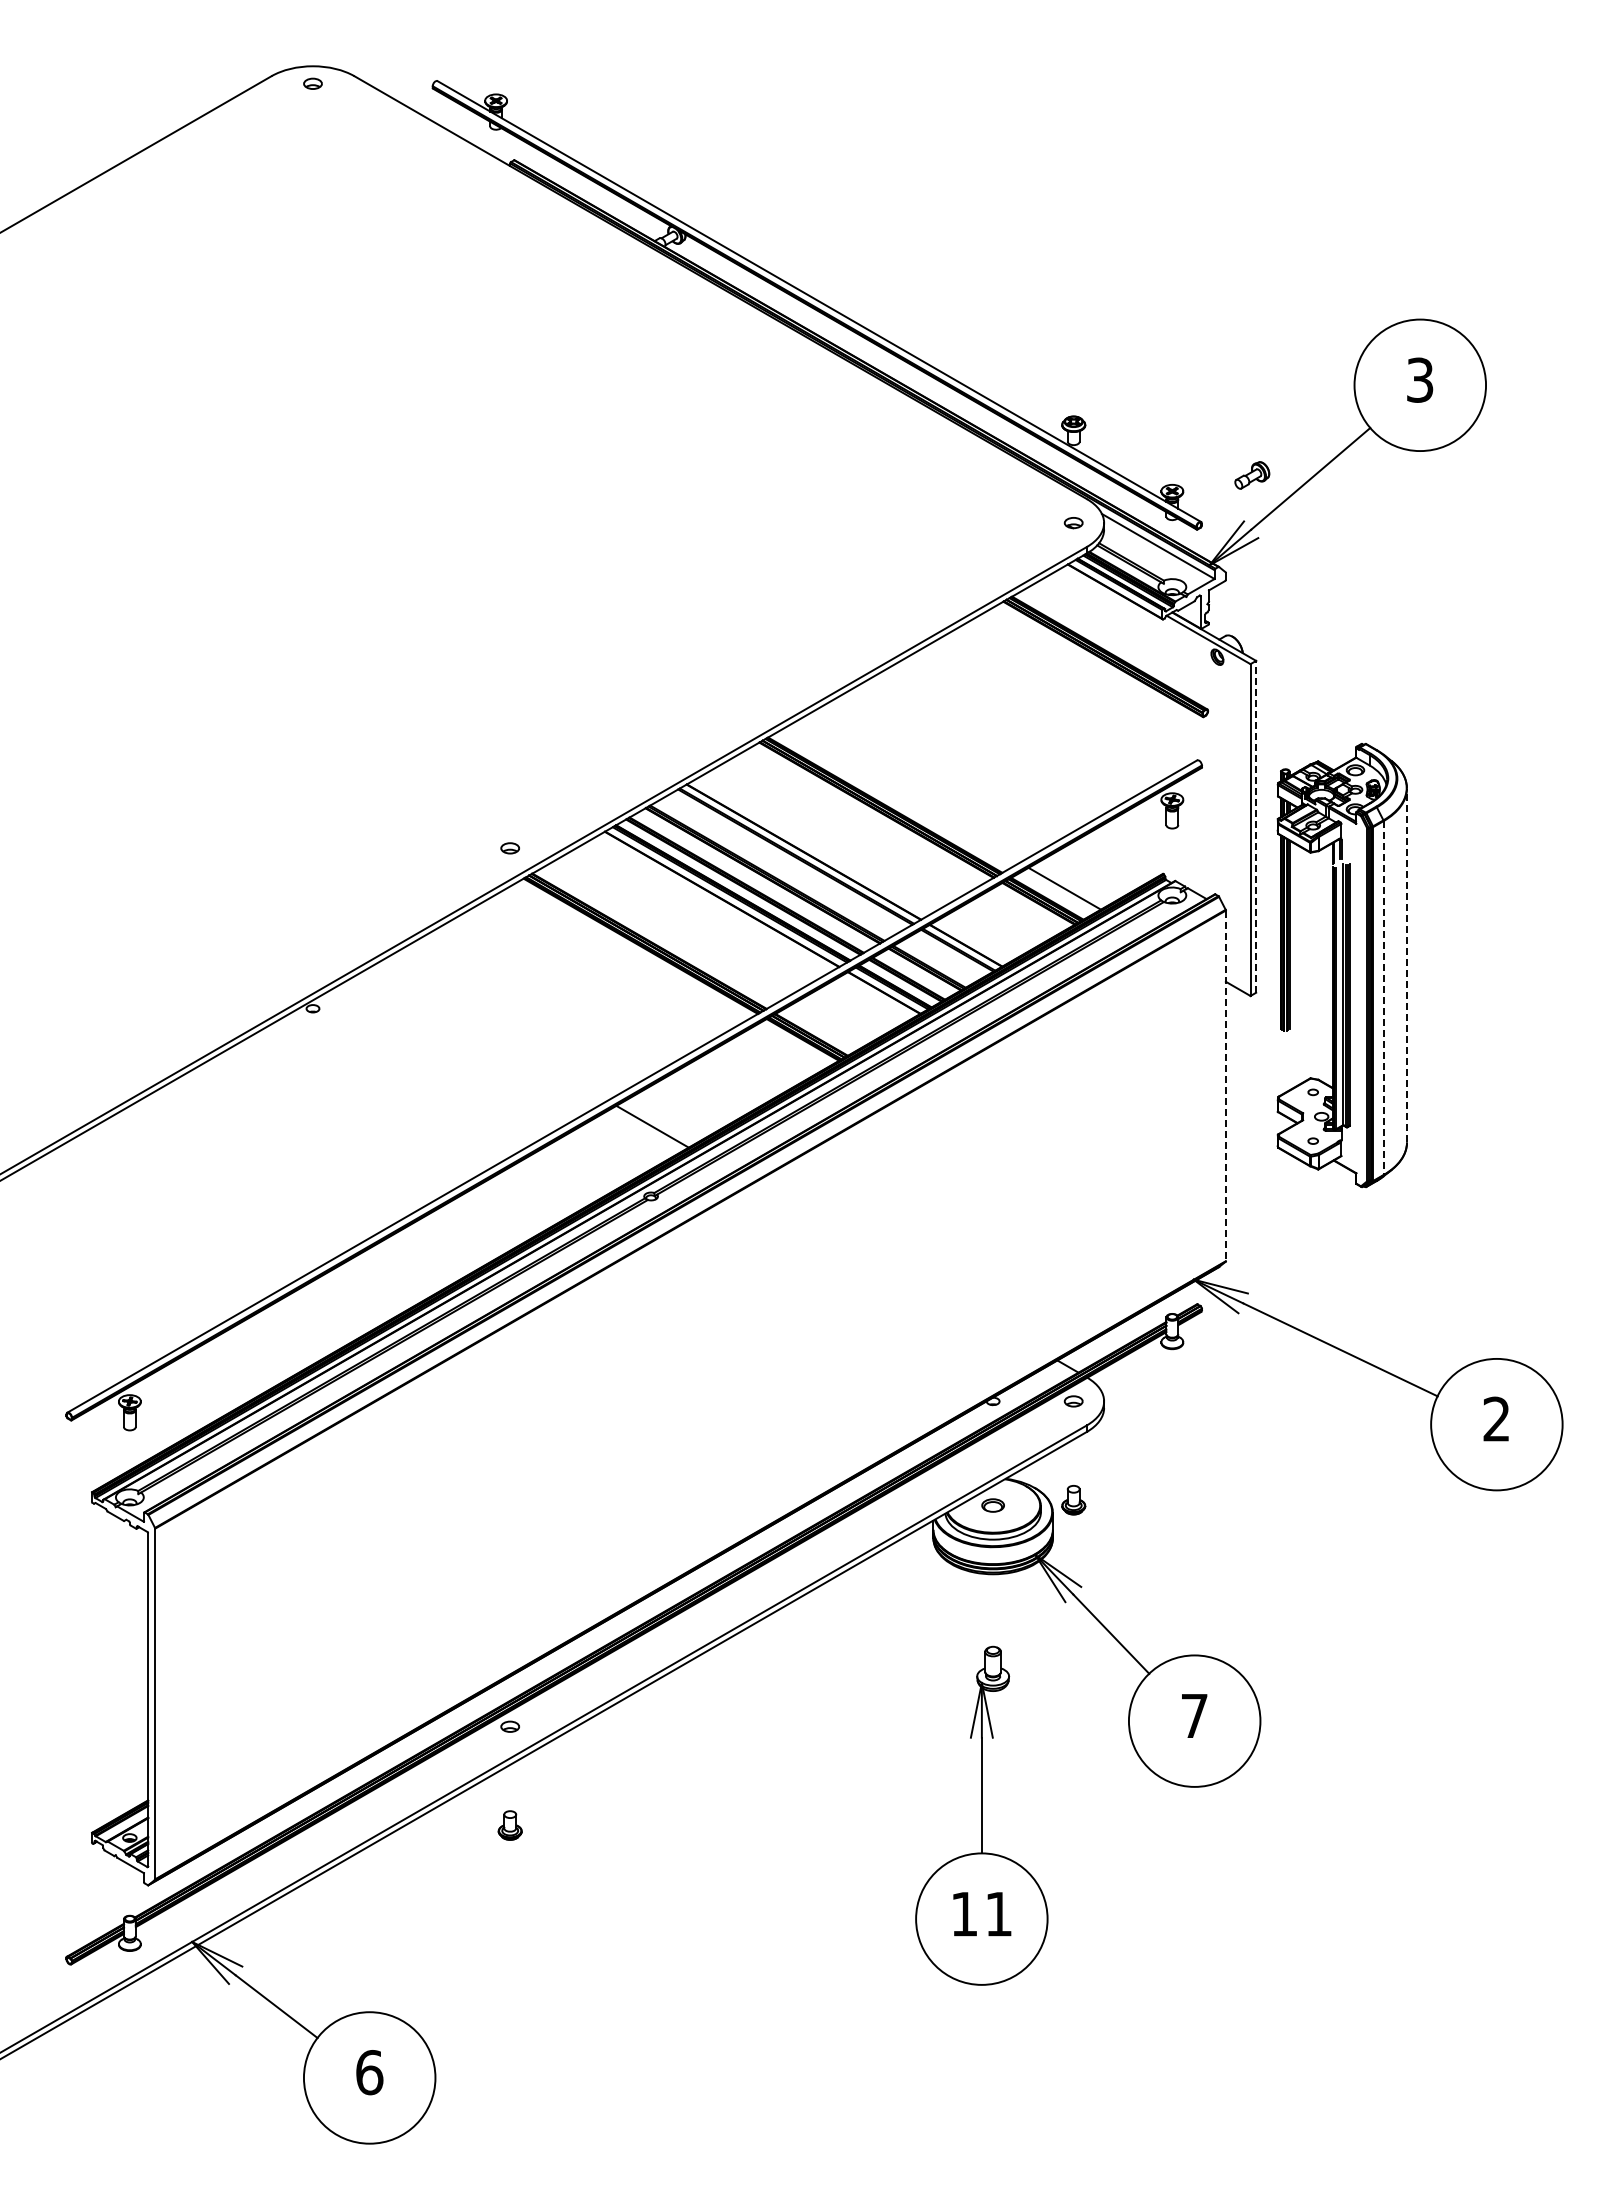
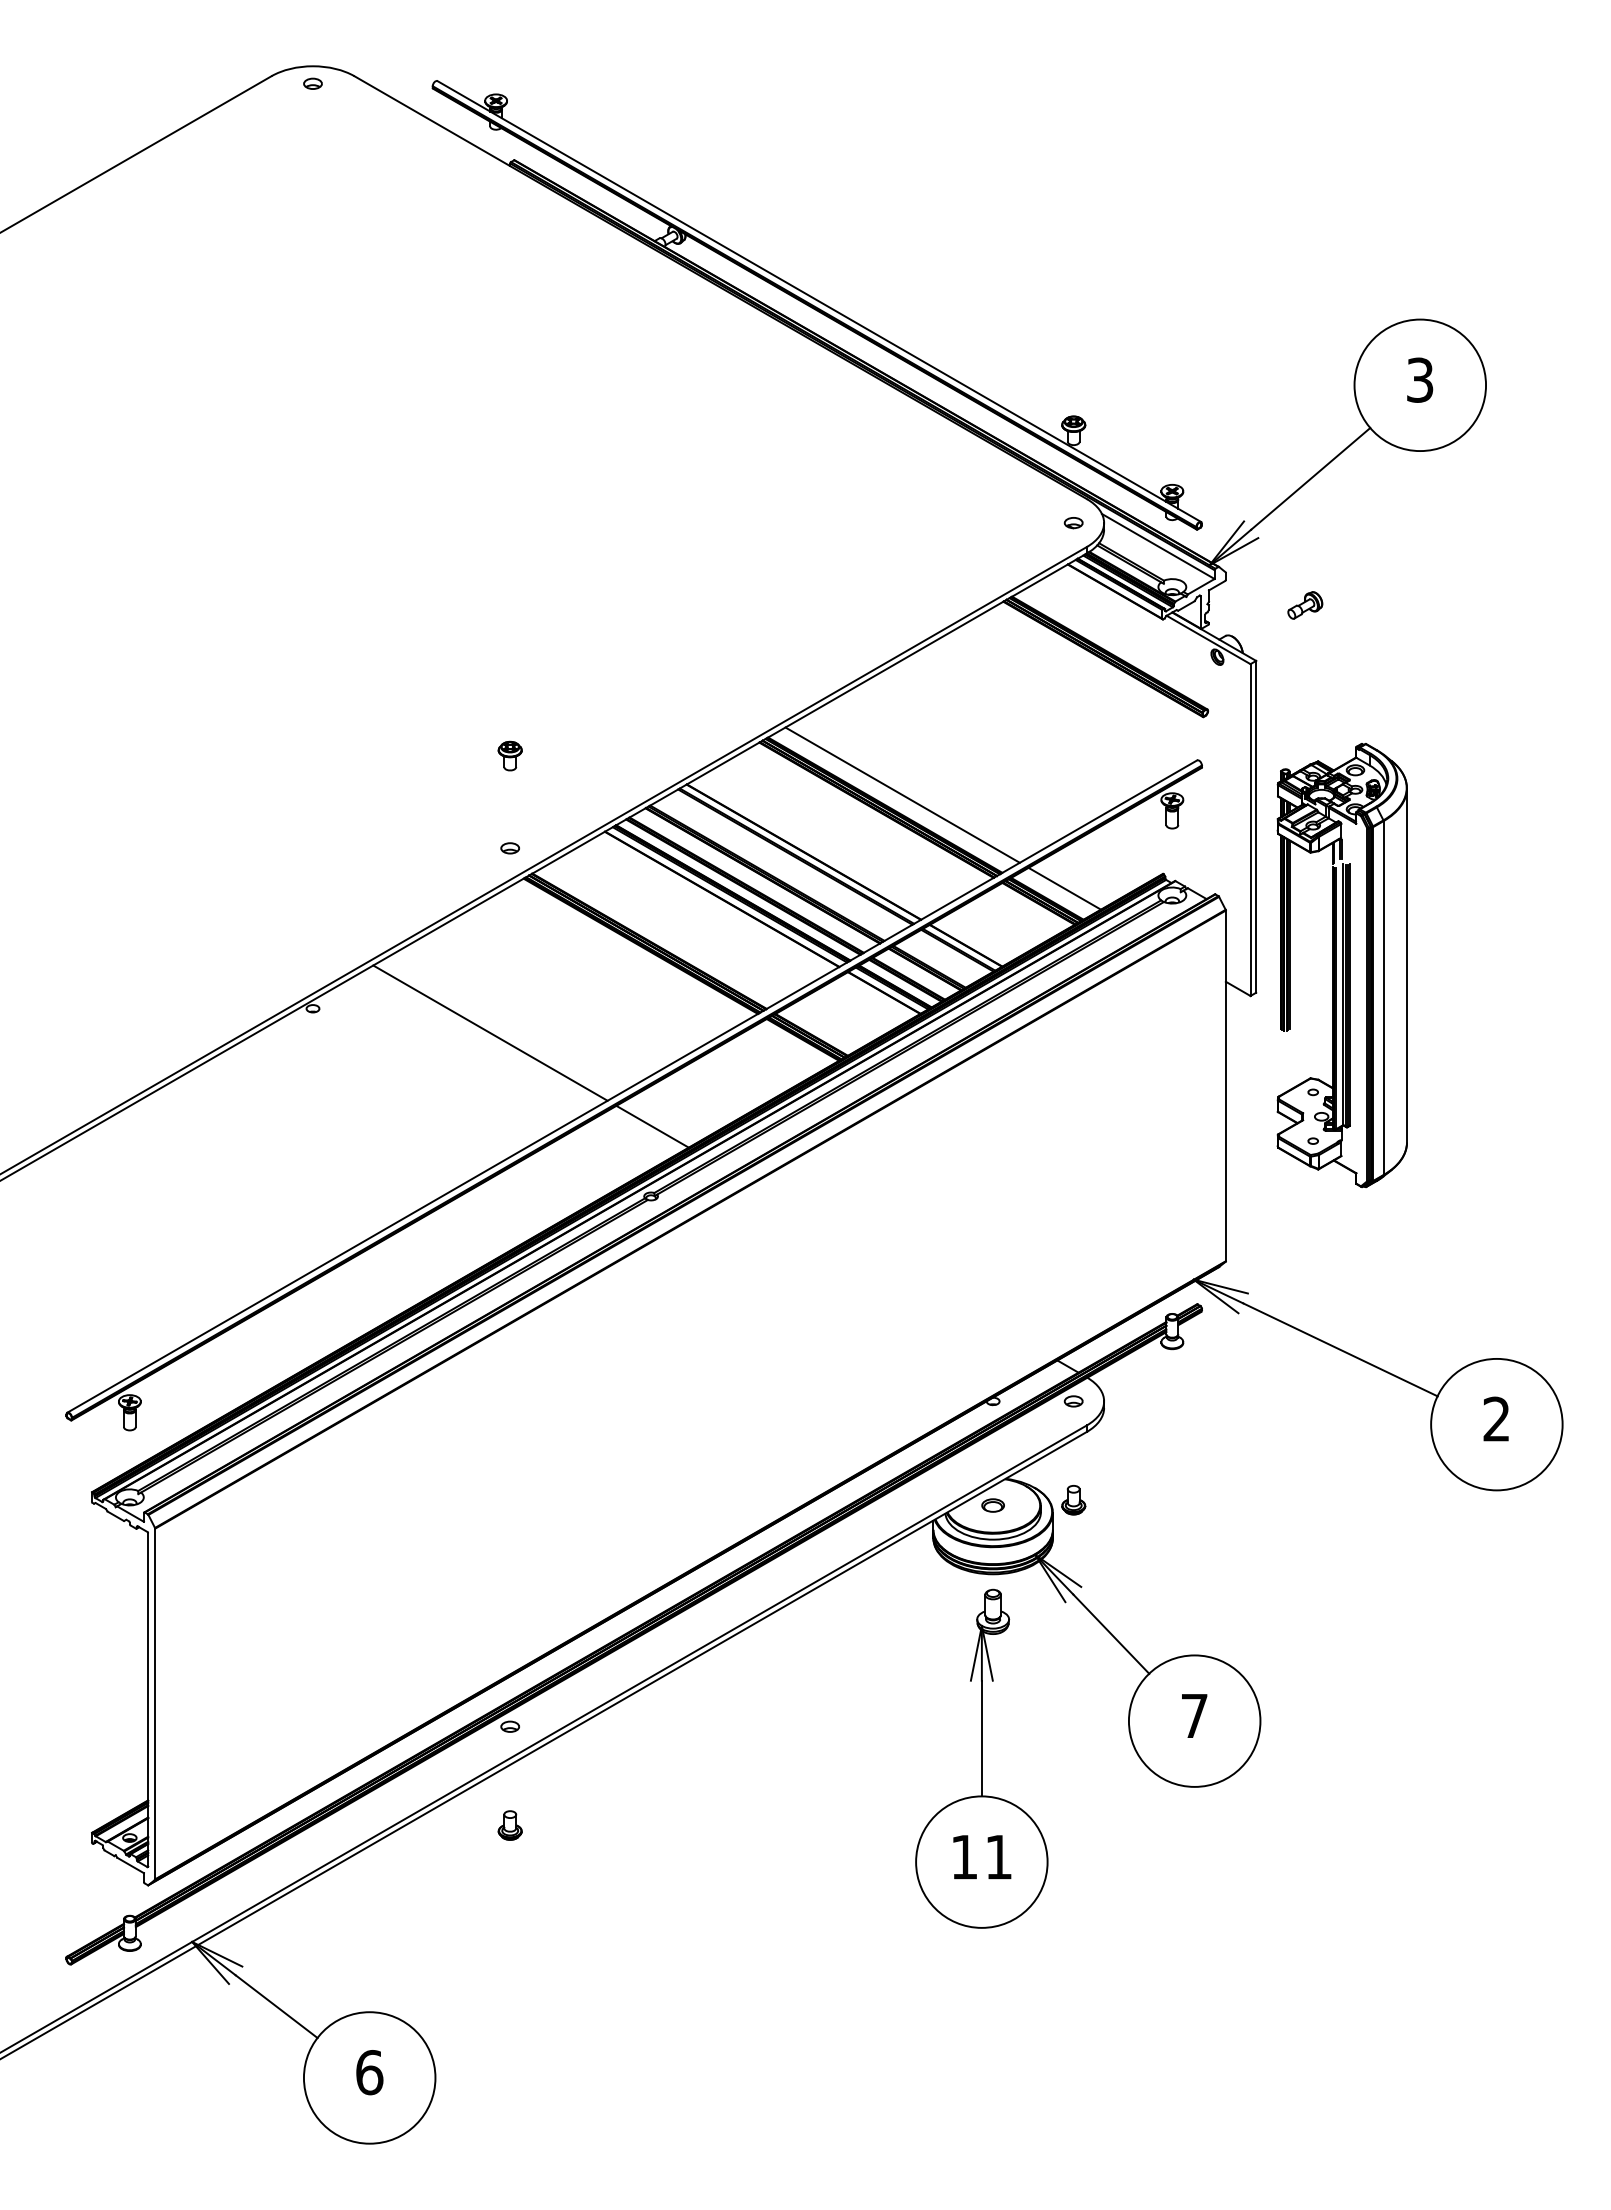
part at (1252, 475) position: (1252, 475) -> (1305, 605)
part at (509, 755): none -> present
line at (902, 794): none -> present
line at (1256, 826): dashed -> solid
line at (1407, 965): dashed -> solid
line at (1383, 998): dashed -> solid
line at (490, 1032): none -> present
line at (1225, 1086): dashed -> solid
part at (981, 1815) position: (981, 1815) -> (981, 1758)
